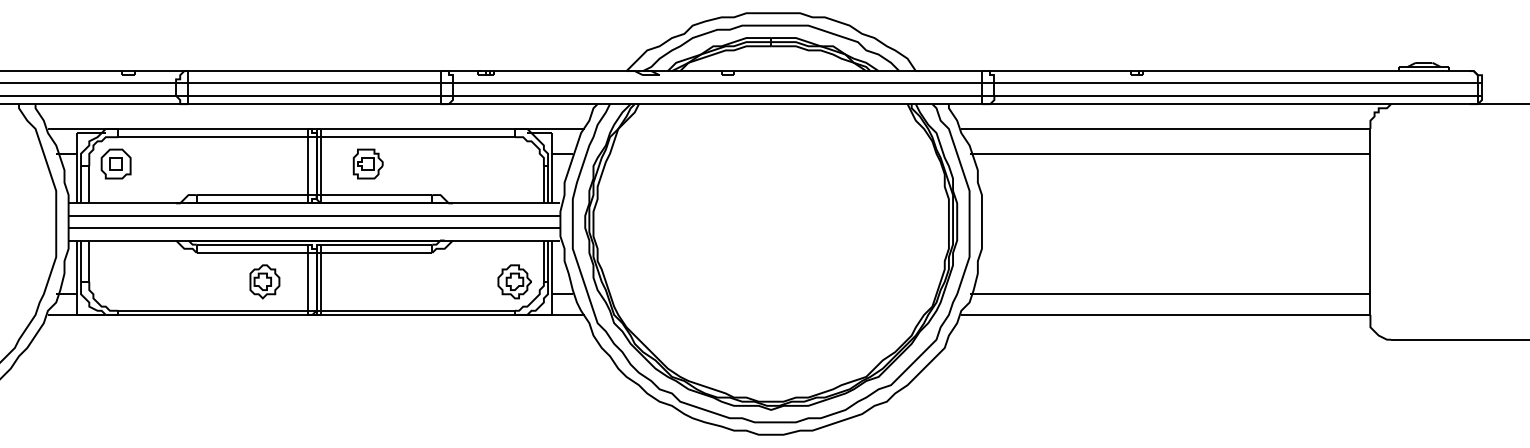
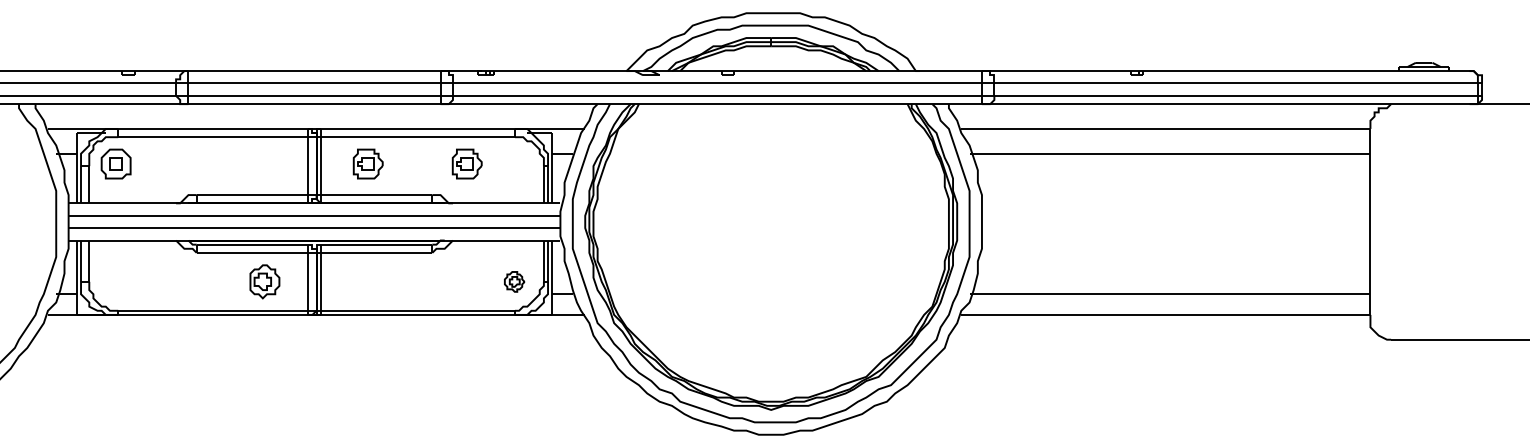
part at (466, 163): none -> present
part at (514, 281) size: 35x36 px -> 22x22 px
